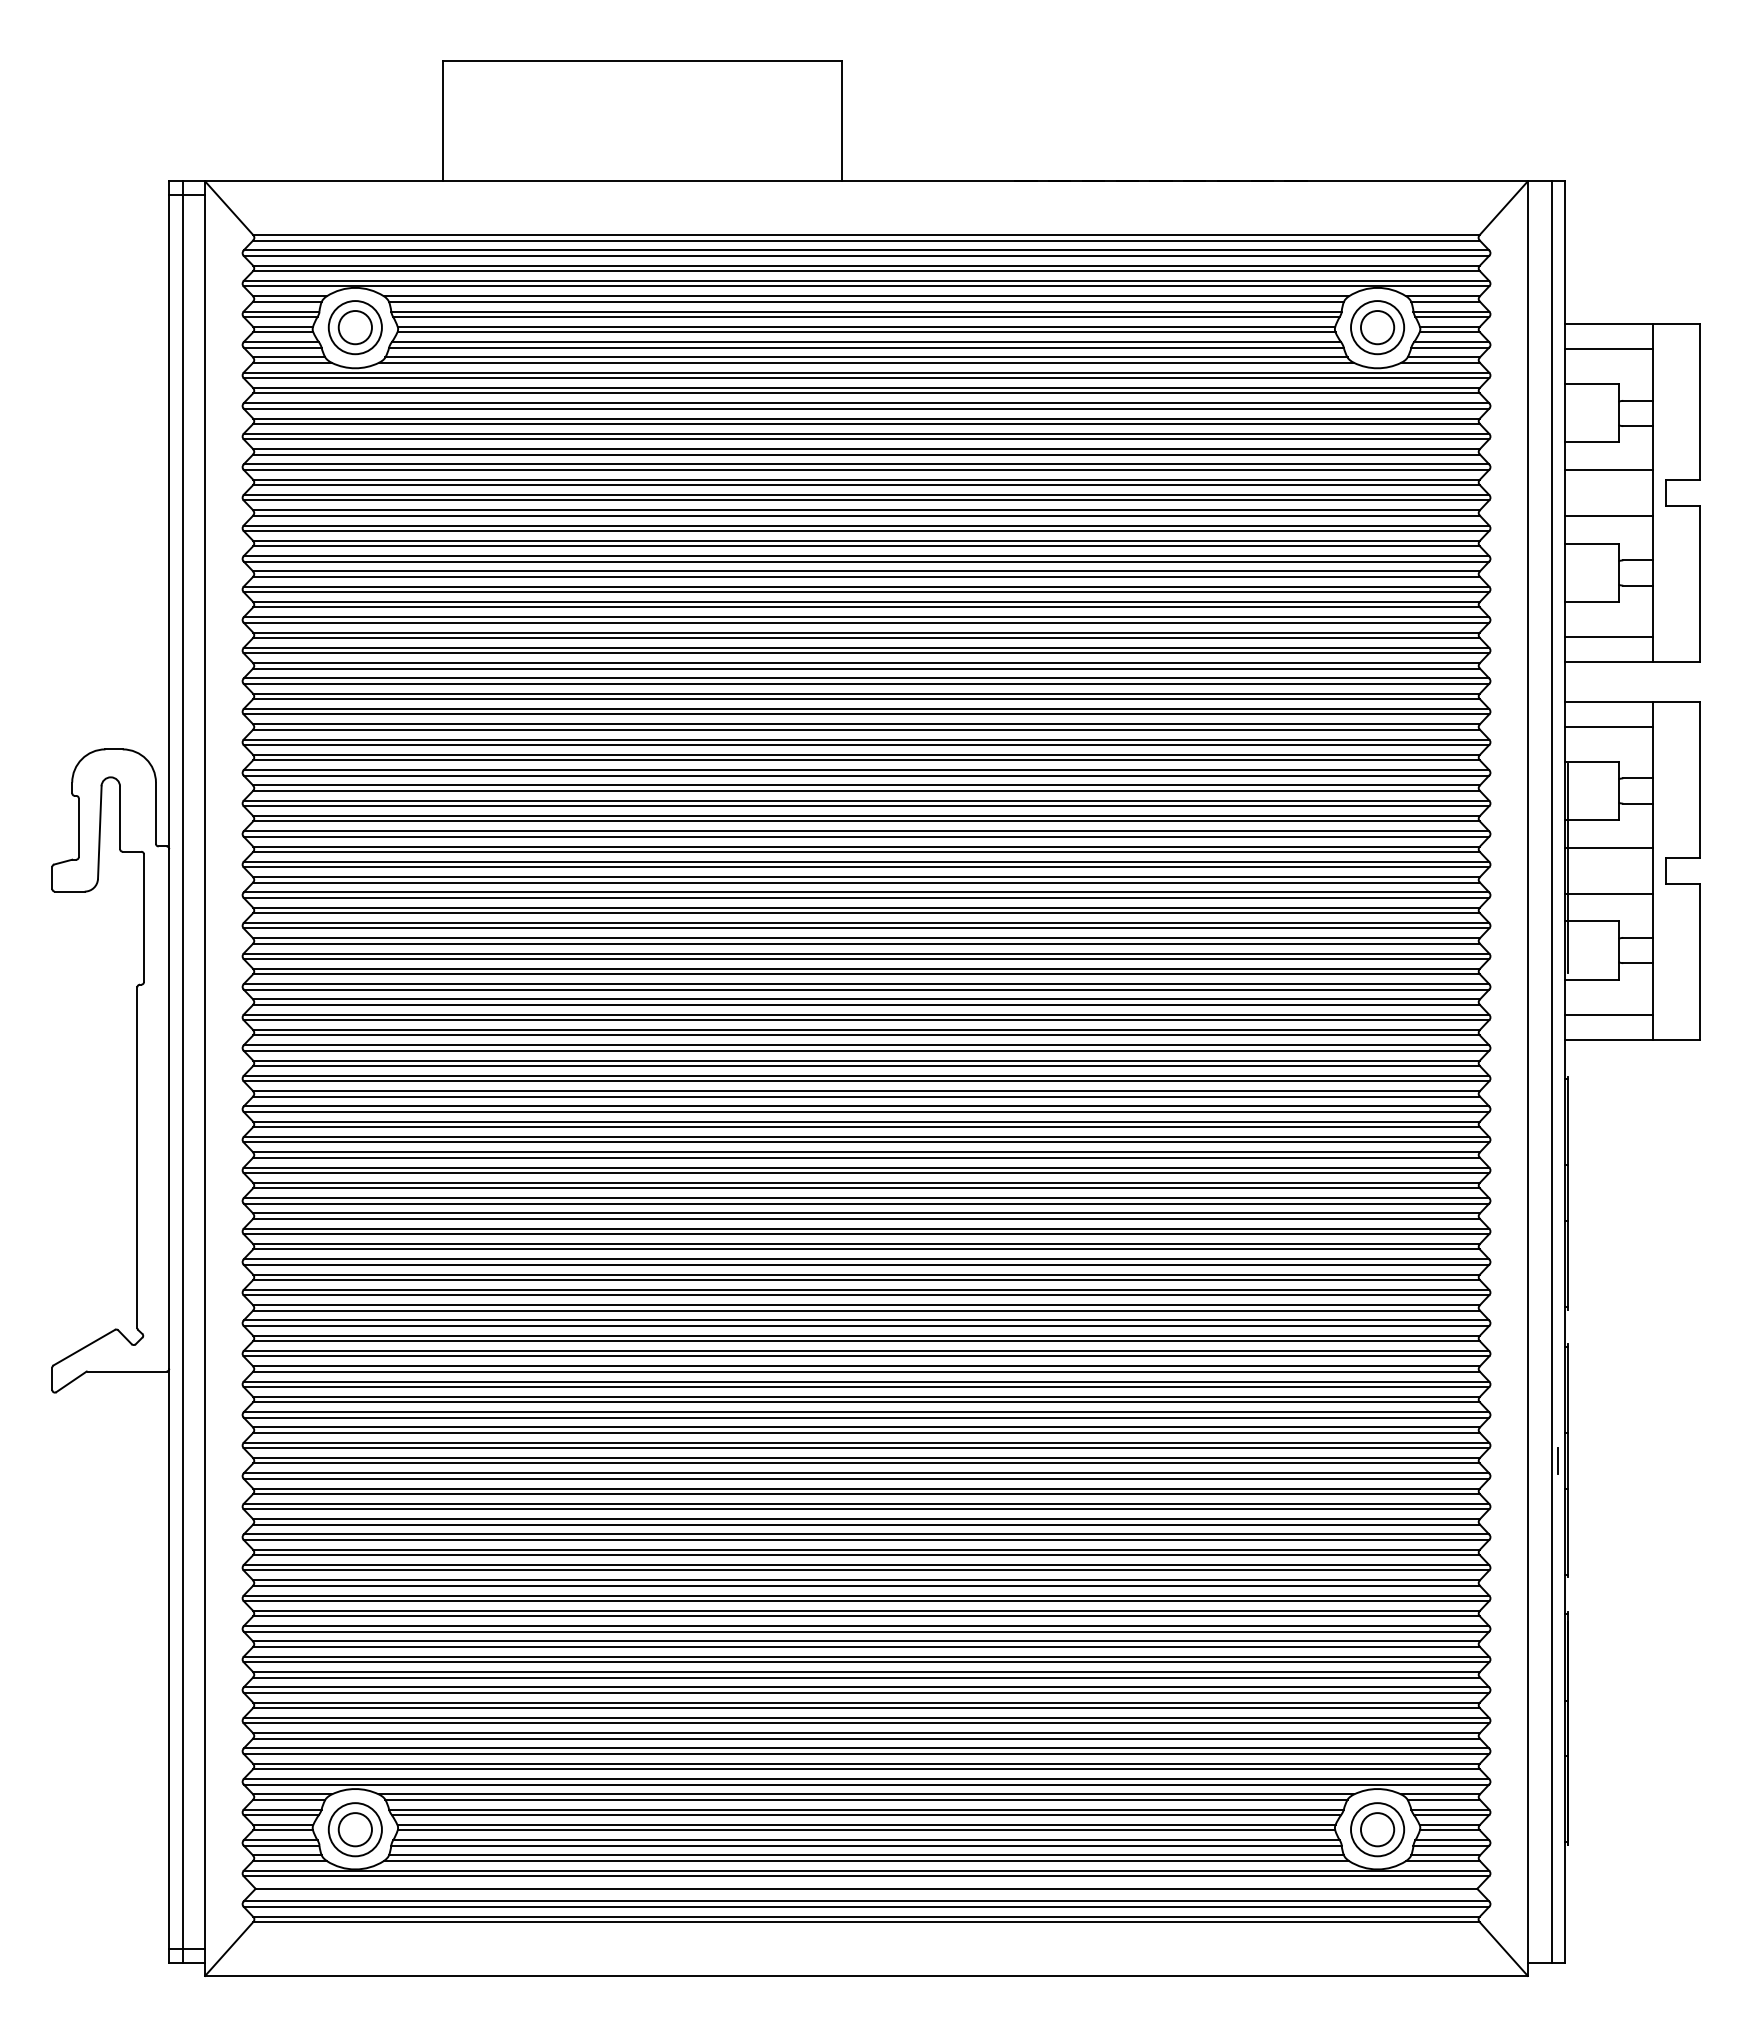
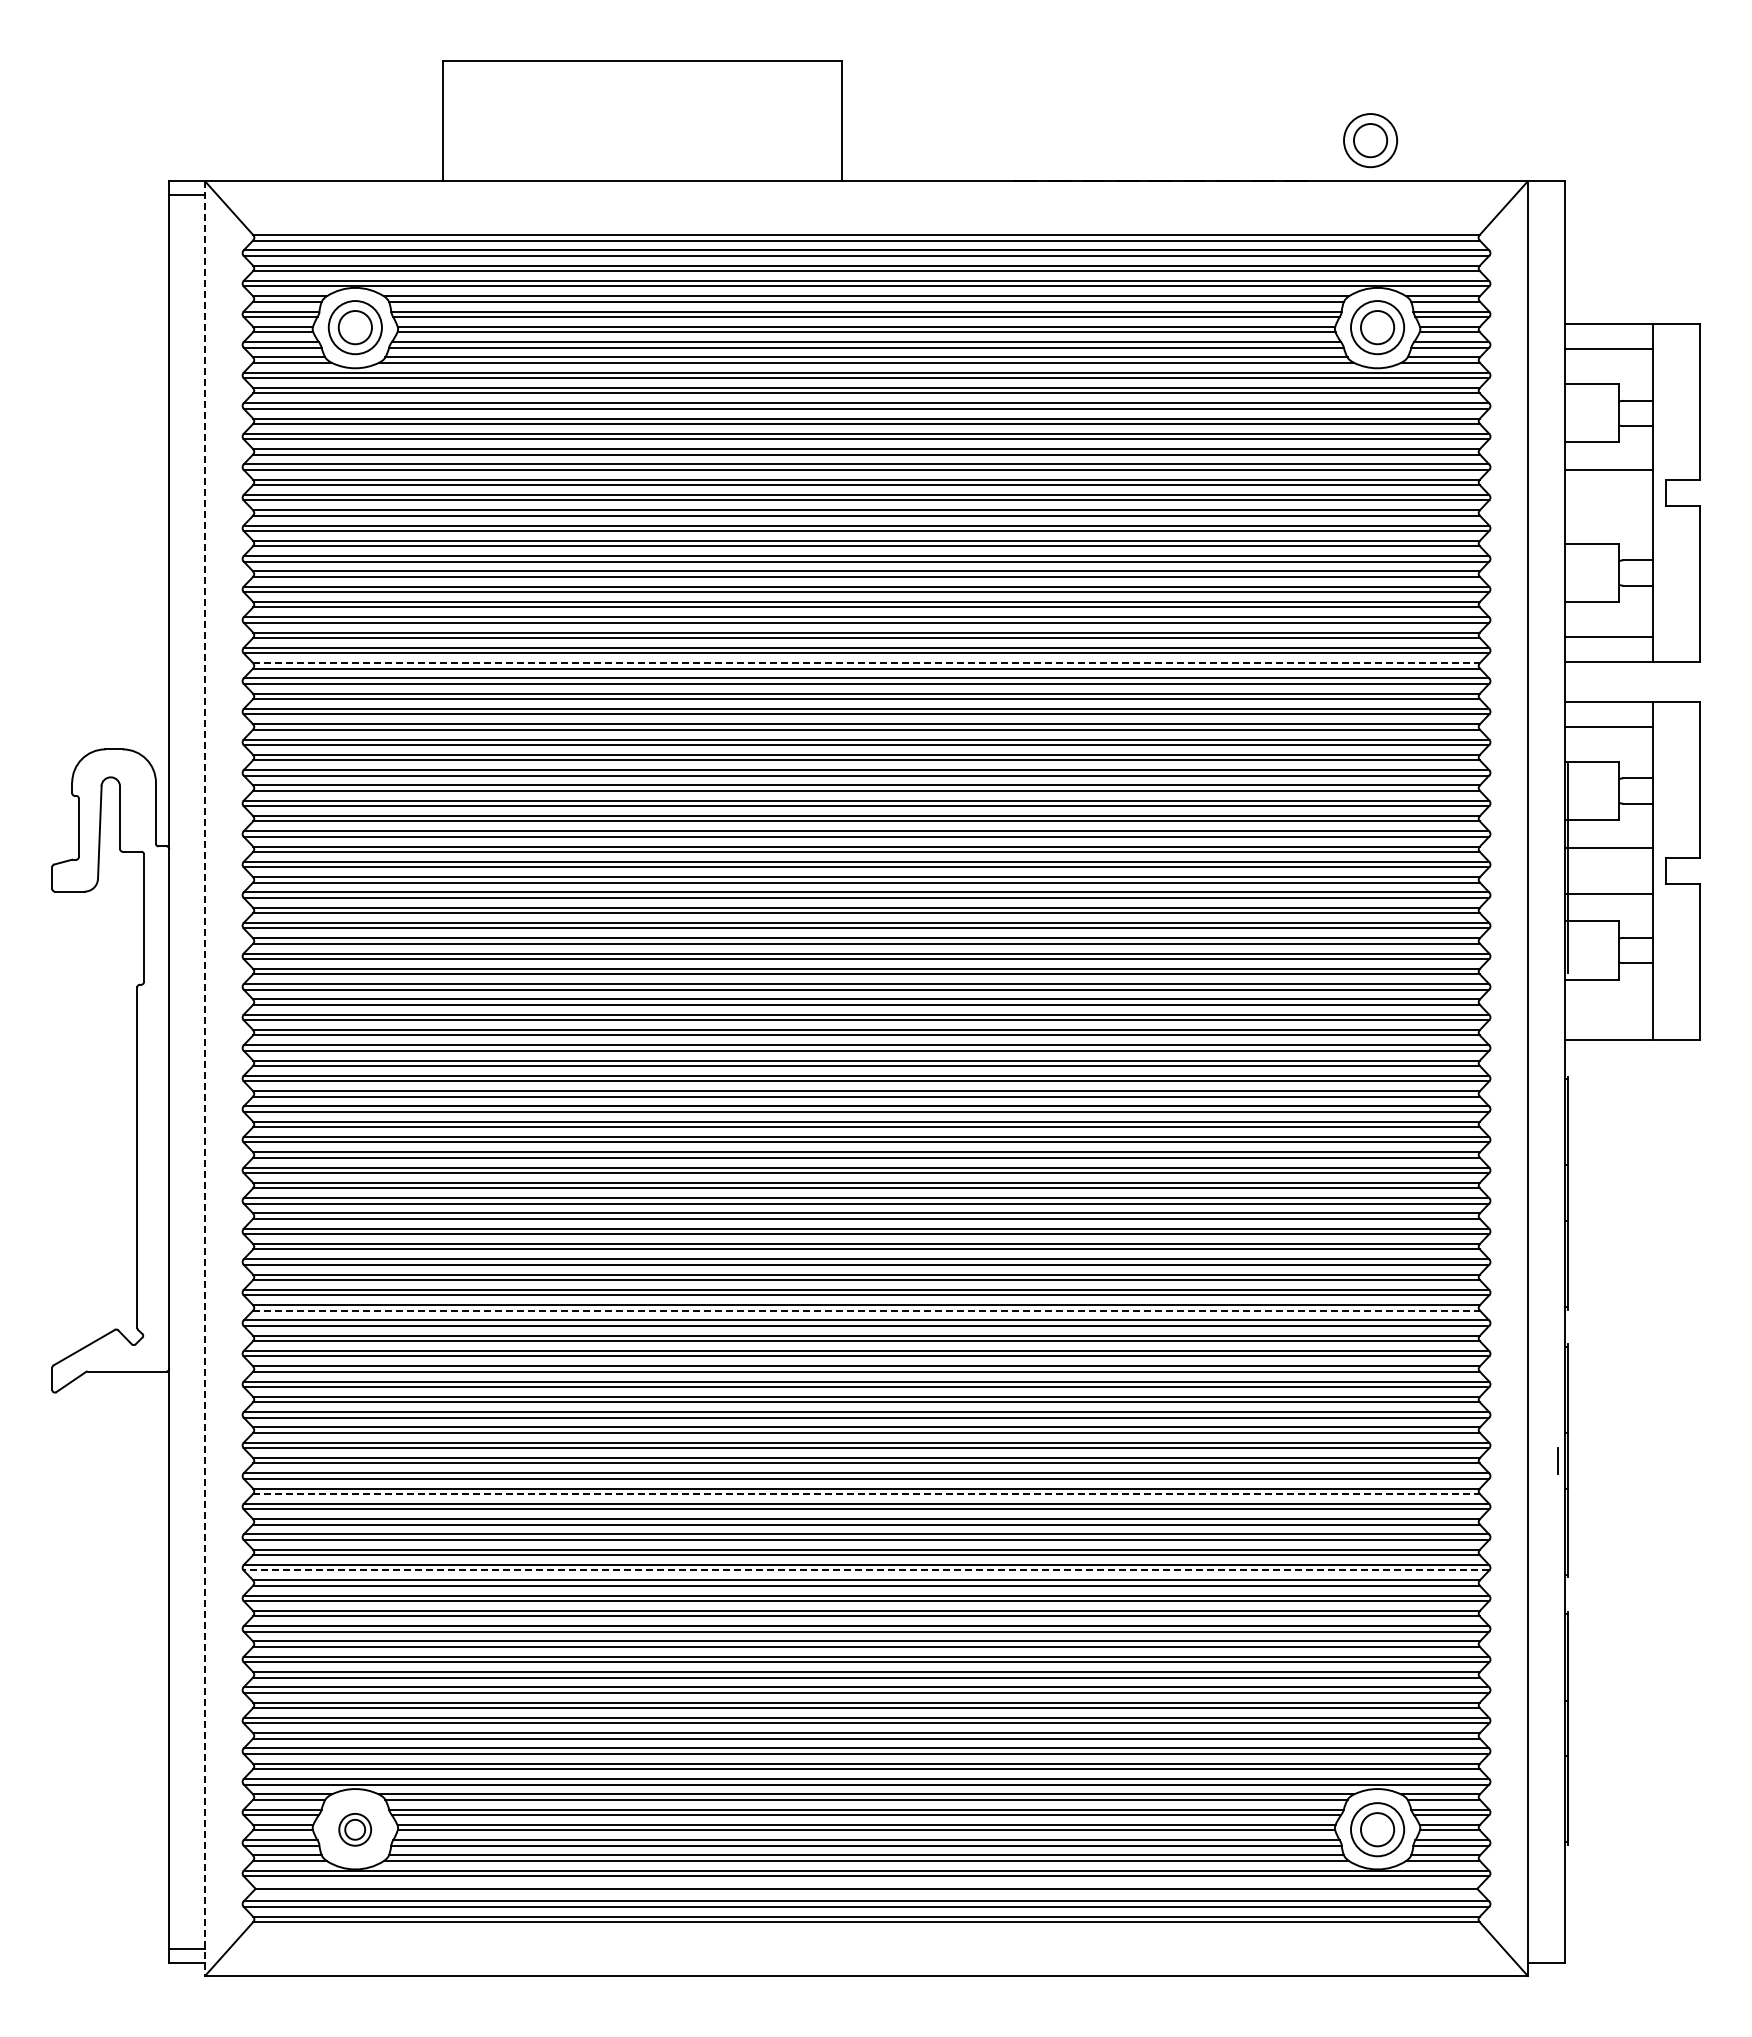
part at (1370, 140): none -> present
line at (1609, 516): present -> none
line at (867, 663): solid -> dashed
line at (1609, 1014): present -> none
line at (182, 1071): present -> none
line at (1551, 1071): present -> none
line at (205, 1079): solid -> dashed
line at (867, 1310): solid -> dashed
line at (867, 1494): solid -> dashed
line at (866, 1570): solid -> dashed
part at (354, 1829) size: 56x56 px -> 34x34 px
